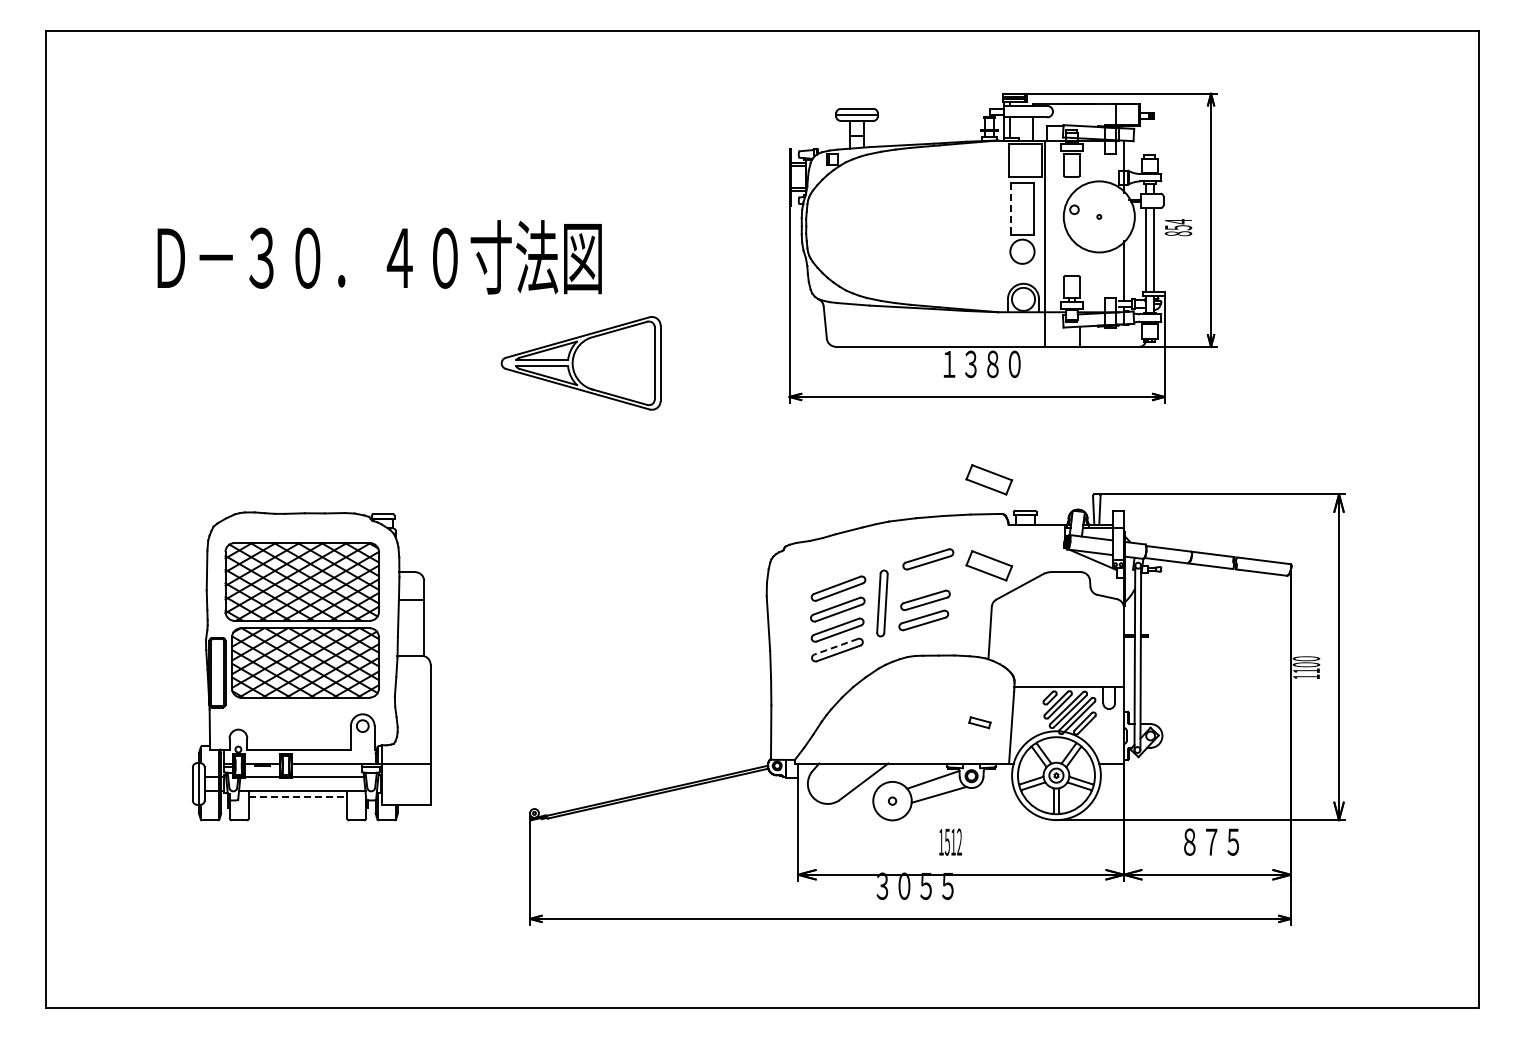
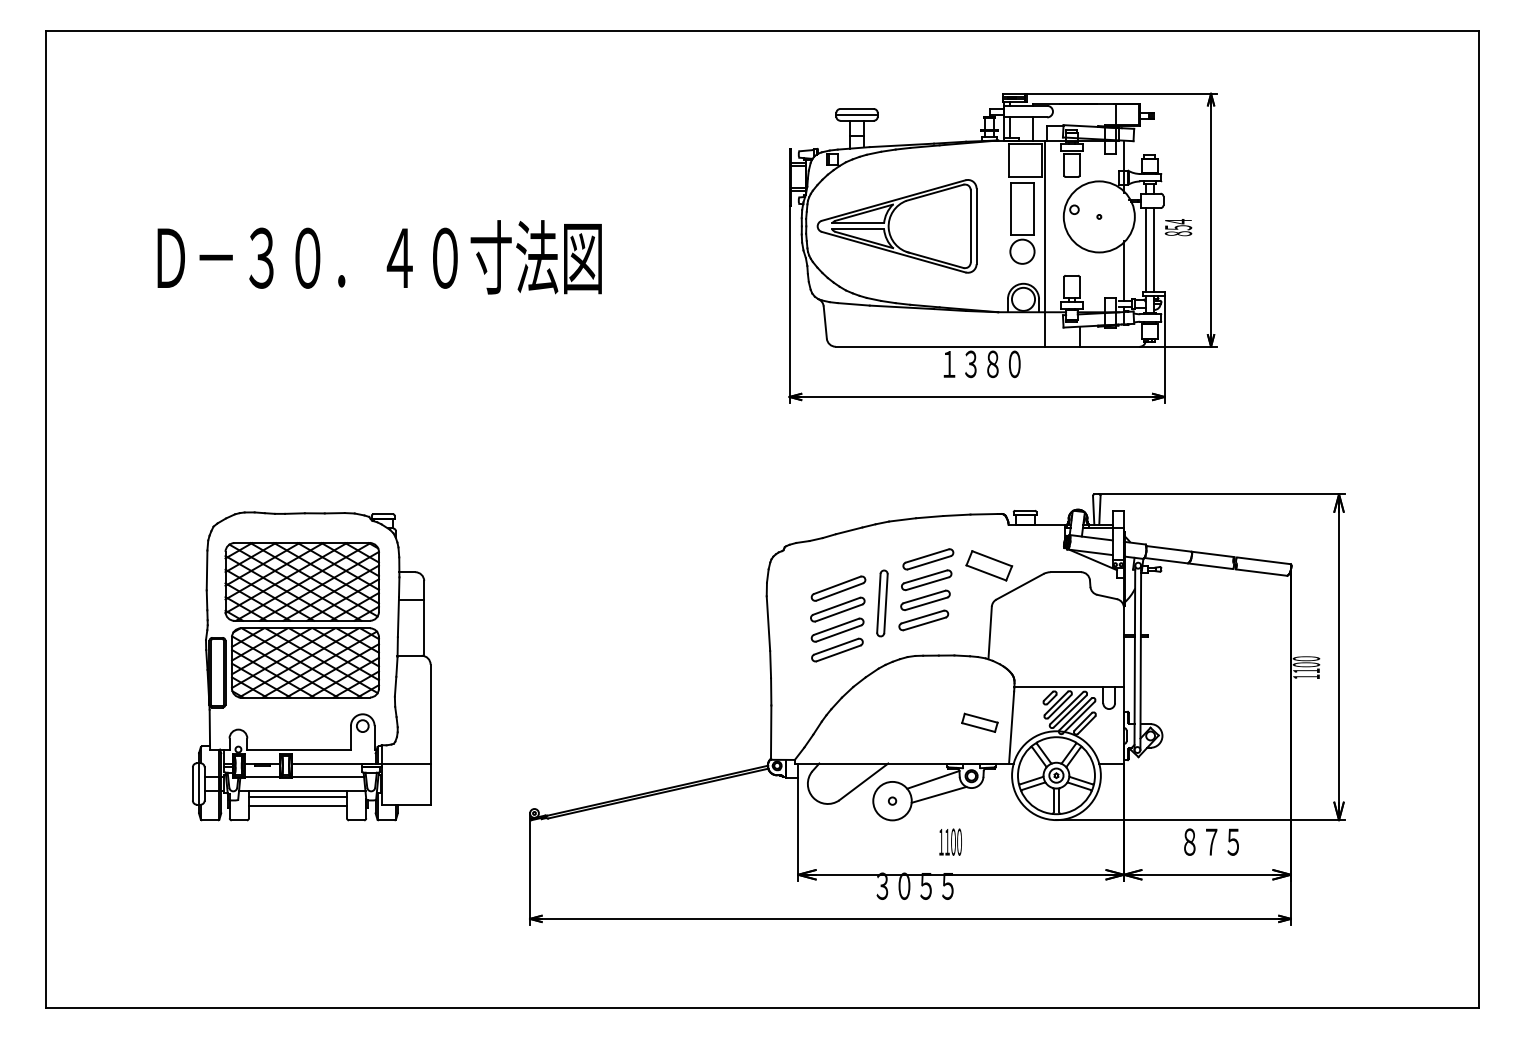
line at (1010, 209): dashed -> solid
part at (580, 363) position: (580, 363) -> (896, 226)
part at (989, 479): present -> none
part at (926, 580): none -> present
line at (835, 646): dashed -> solid
part at (979, 722) size: 24x14 px -> 38x21 px
line at (298, 796): dashed -> solid
line at (297, 805): none -> present
text at (952, 841): 1512 -> 1100
